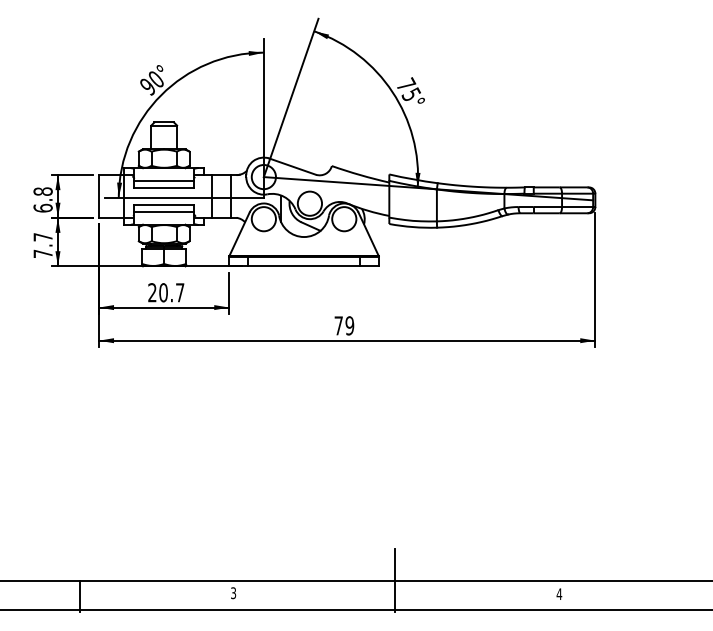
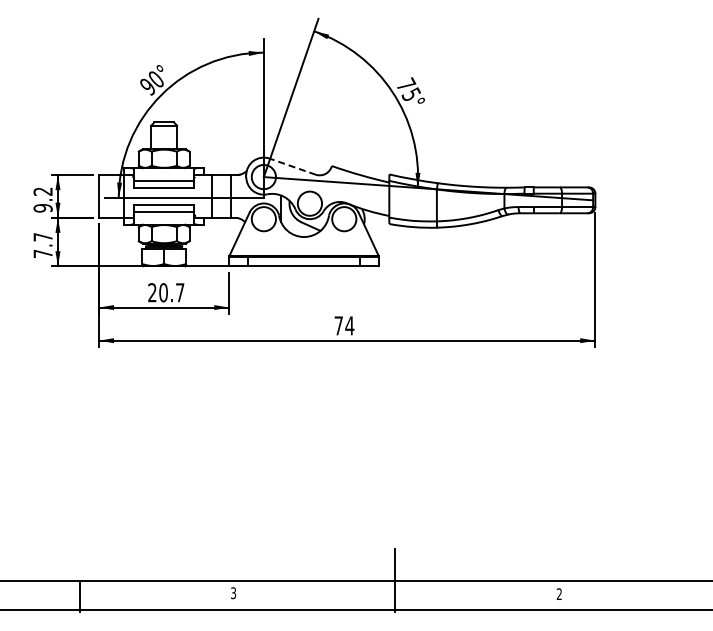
line at (292, 166): solid -> dashed
text at (42, 199): 6.8 -> 9.2
text at (349, 325): 79 -> 74
text at (559, 593): 4 -> 2
